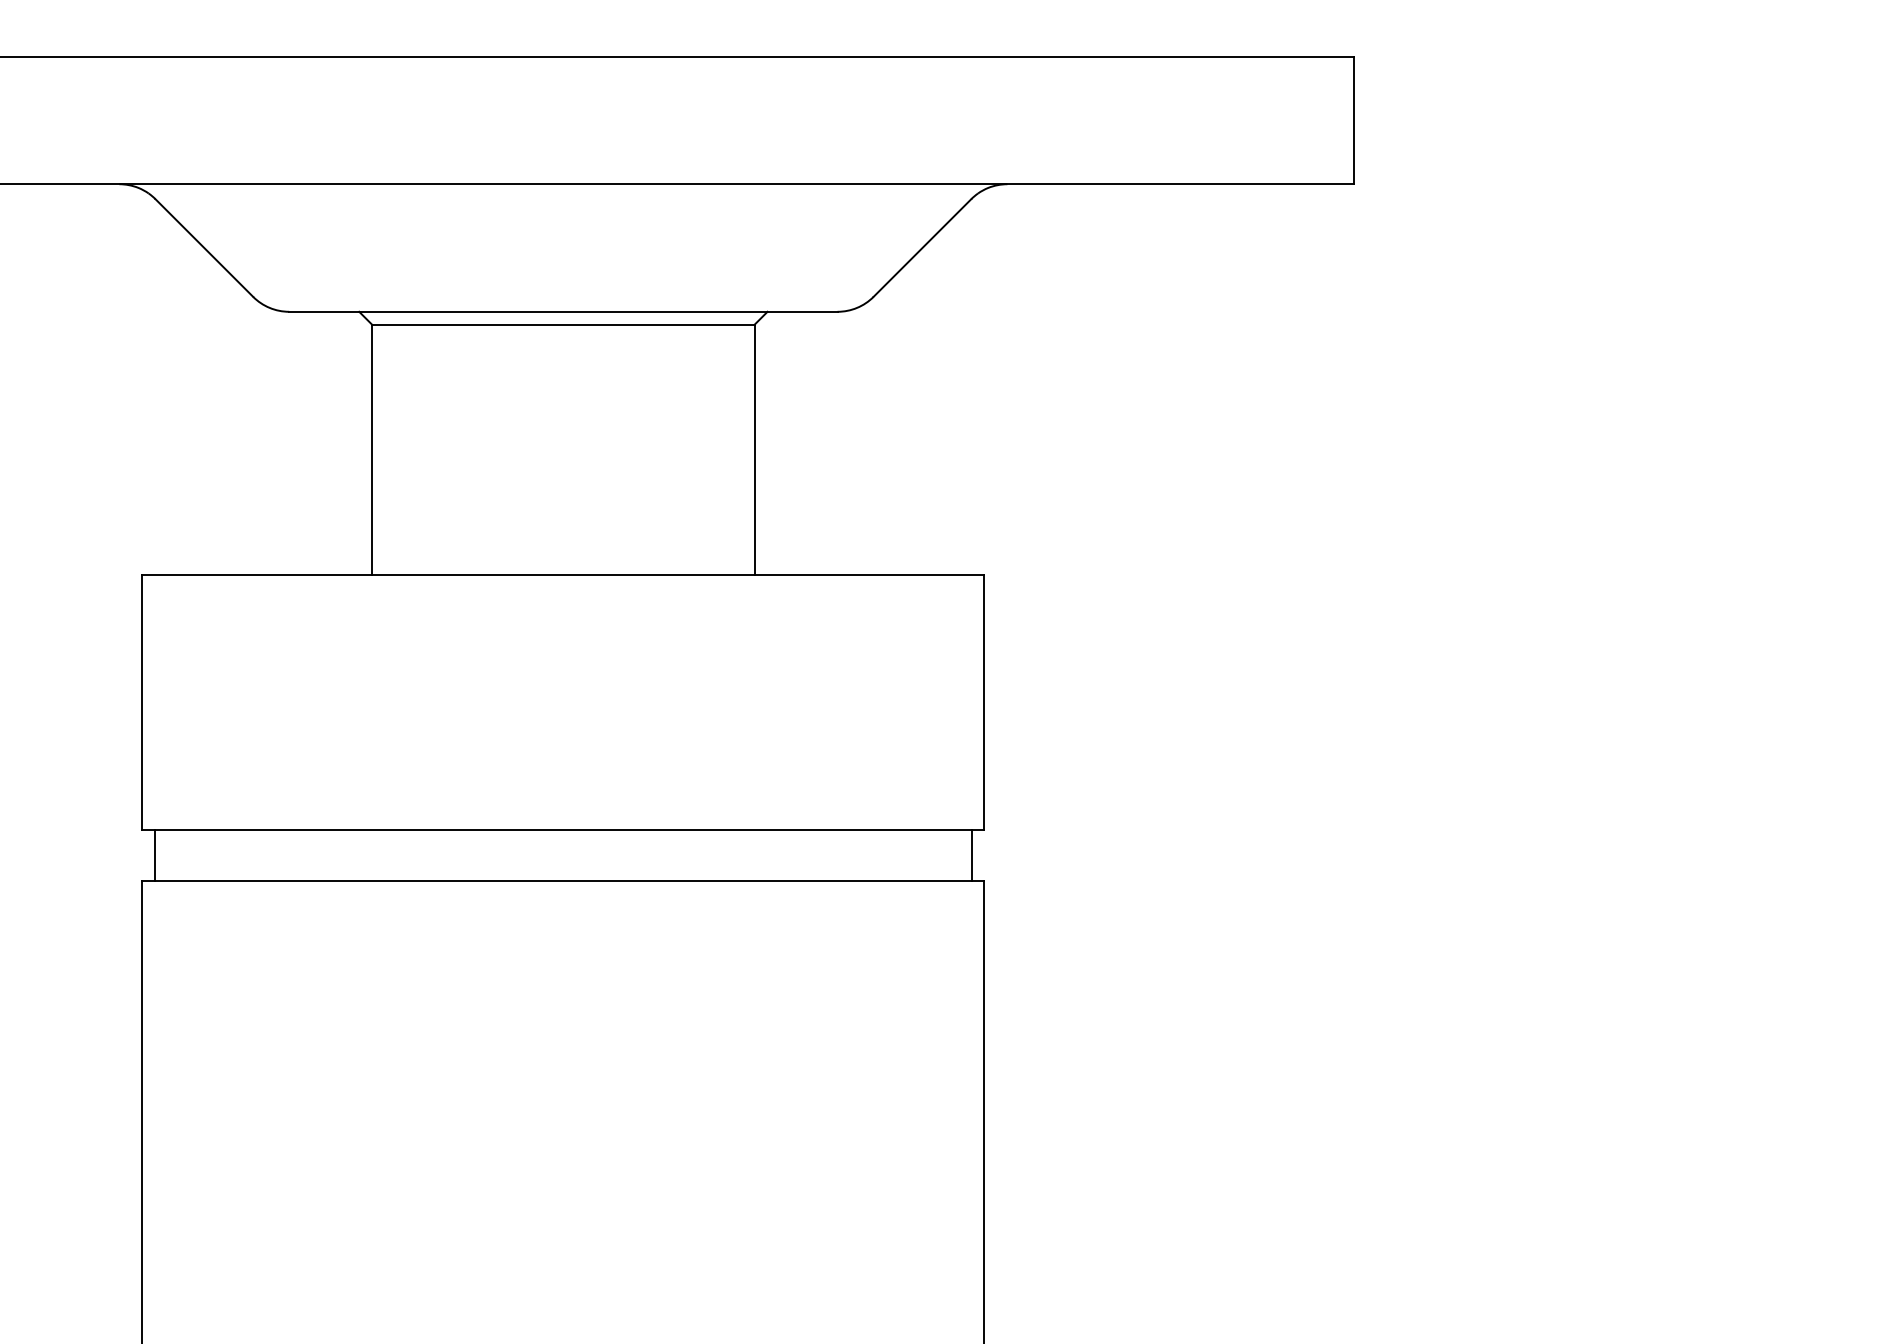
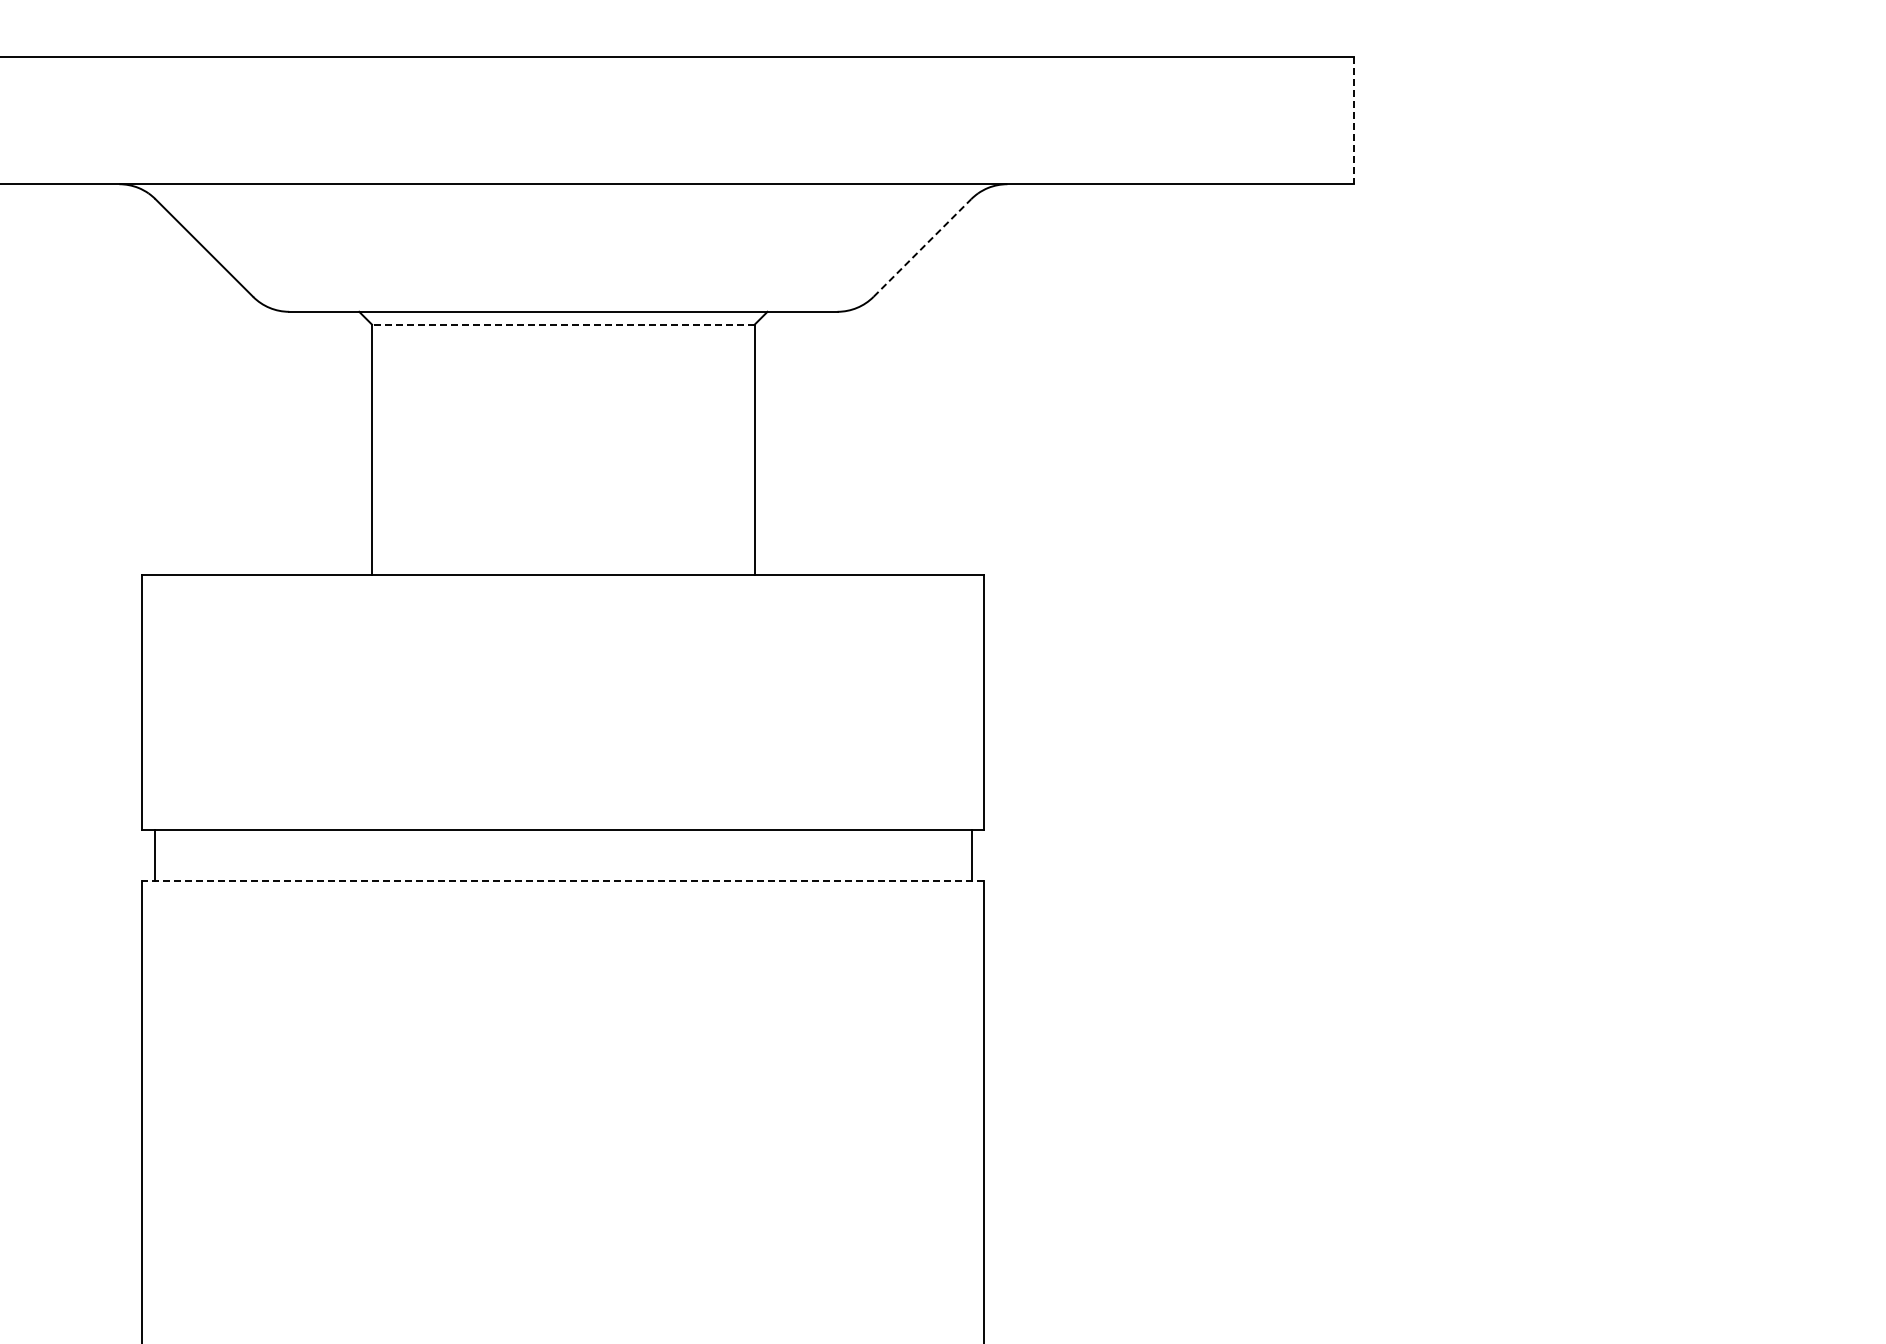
line at (1354, 120): solid -> dashed
line at (922, 247): solid -> dashed
line at (562, 324): solid -> dashed
line at (562, 880): solid -> dashed
